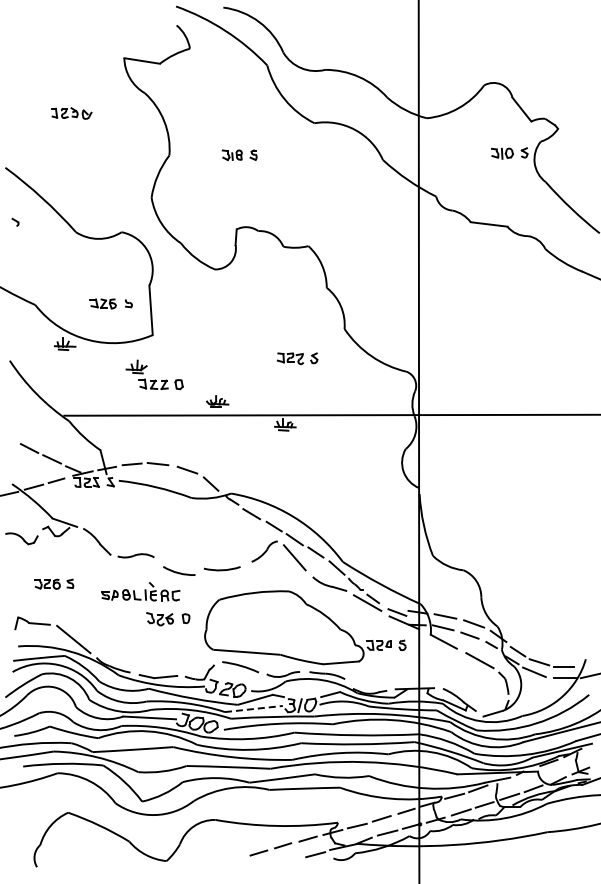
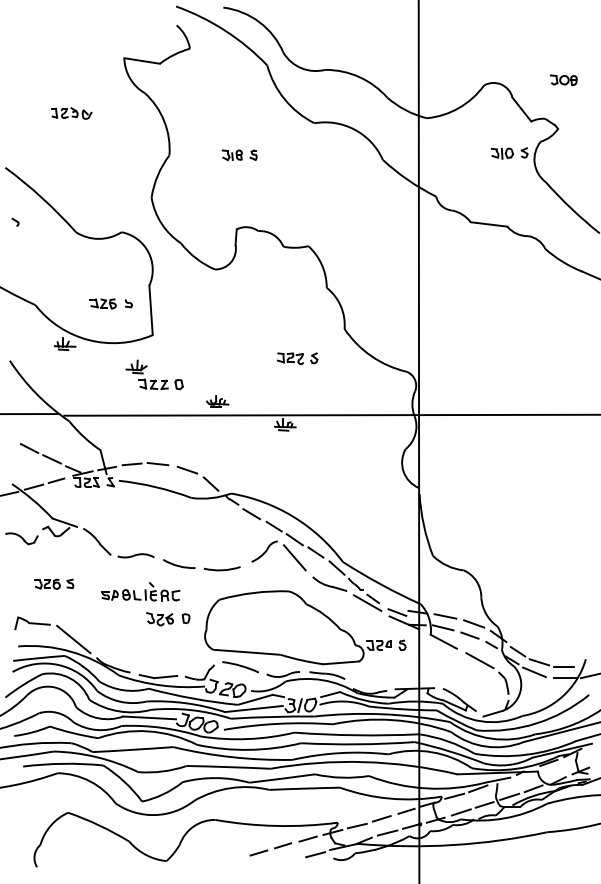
part at (563, 79): none -> present
line at (30, 414): none -> present
arc at (179, 572) position: (179, 572) -> (179, 565)
line at (254, 708): dashed -> solid
